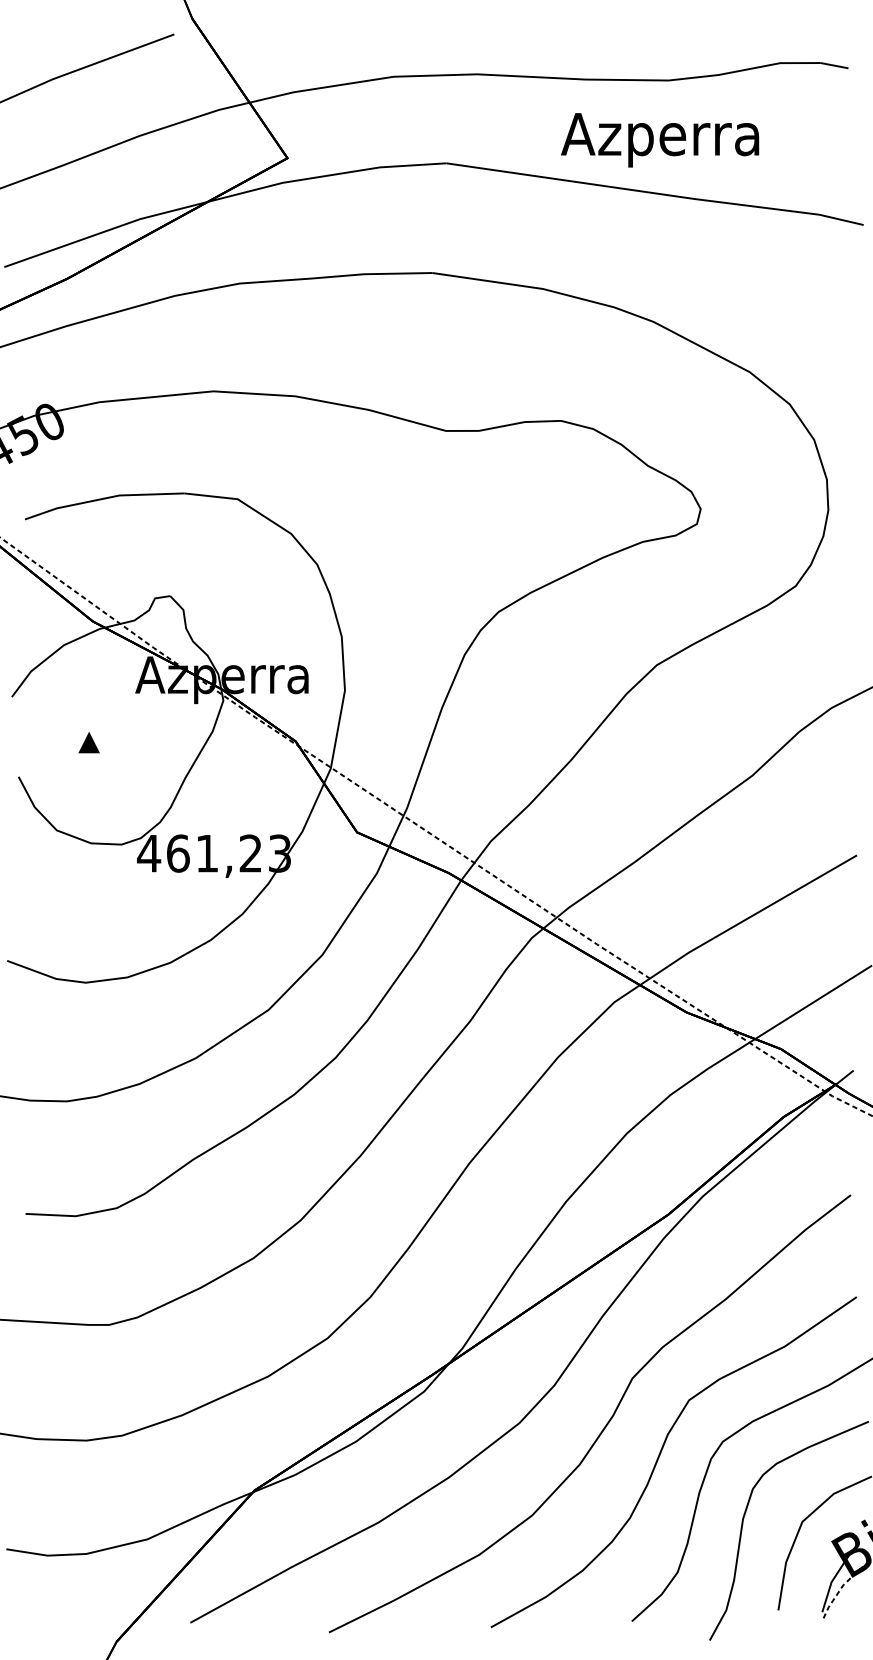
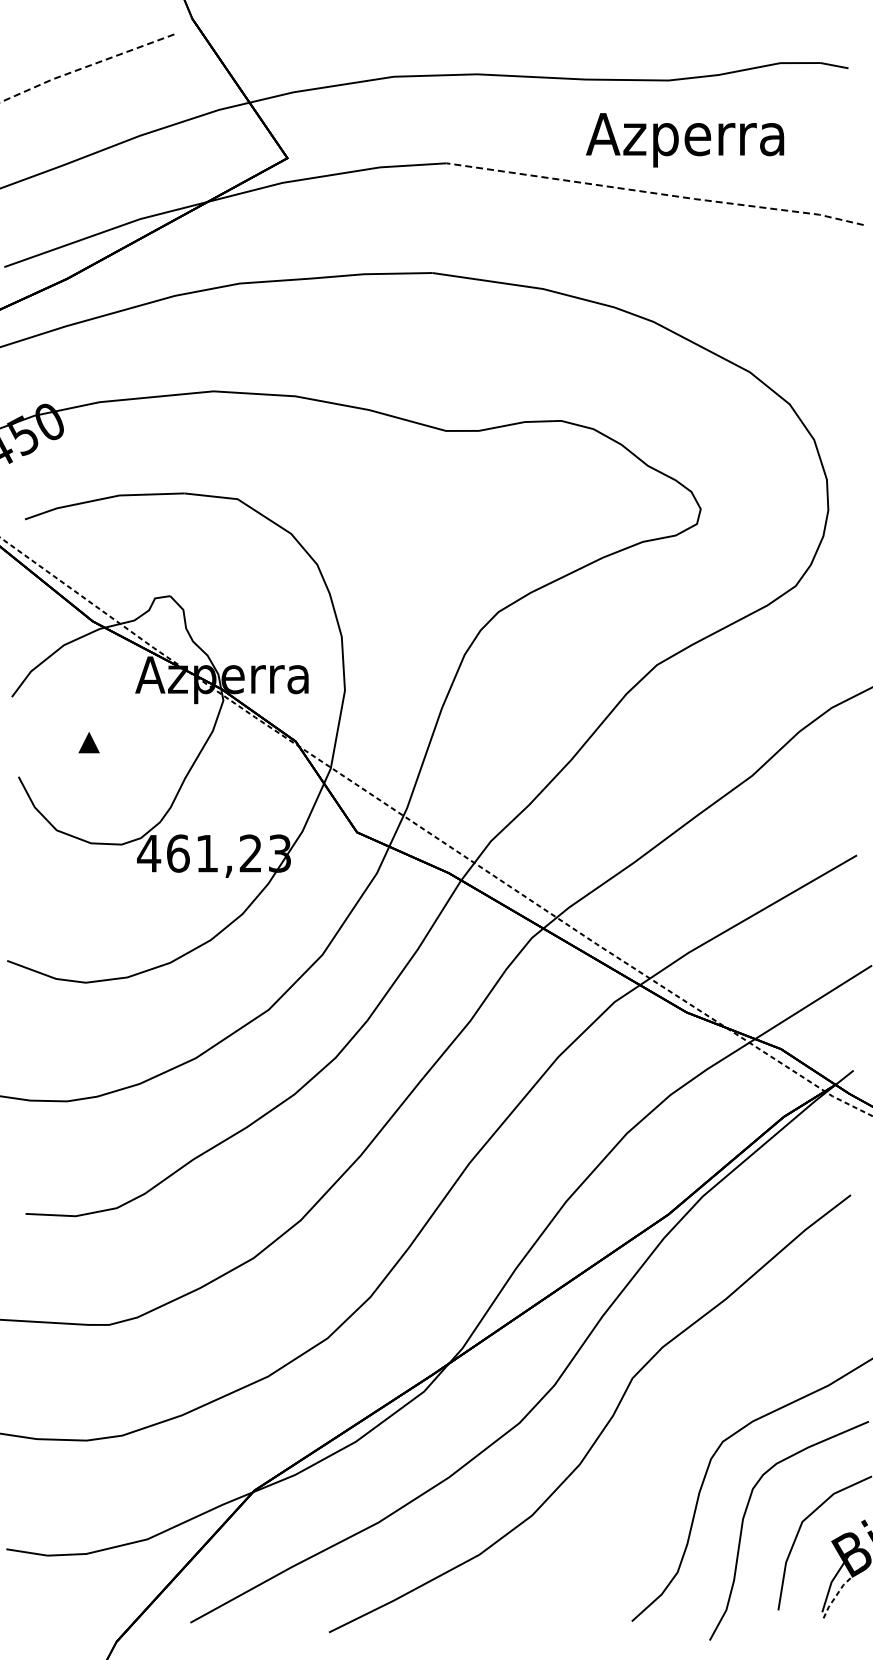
line at (86, 66): solid -> dashed
text at (660, 140) position: (660, 140) -> (685, 140)
line at (655, 193): solid -> dashed
curve at (659, 1458): present -> none
